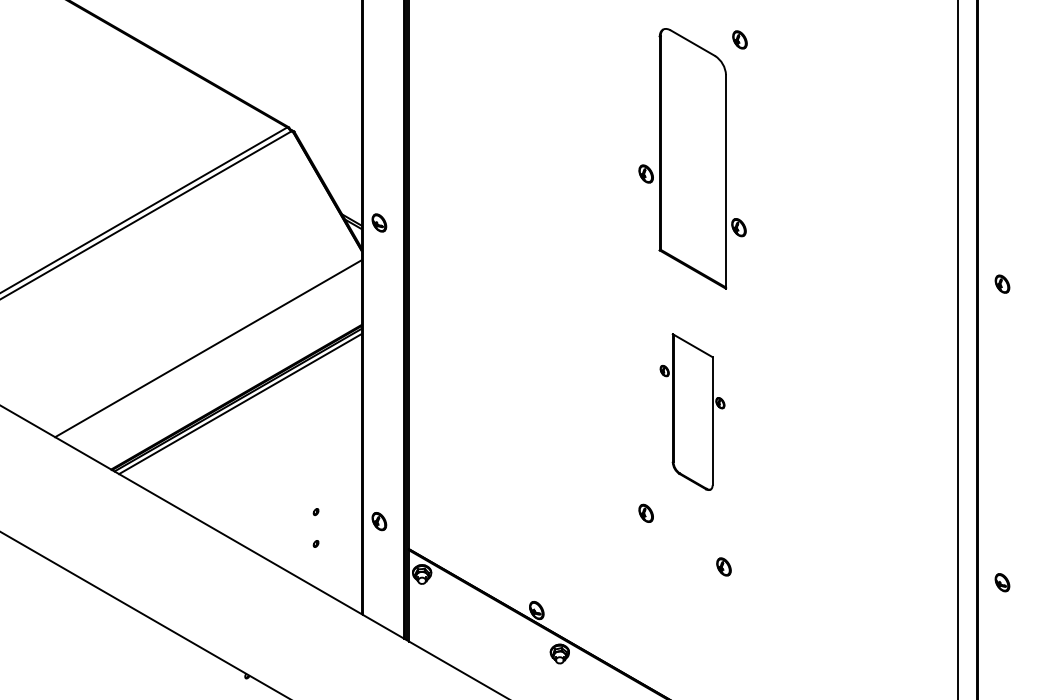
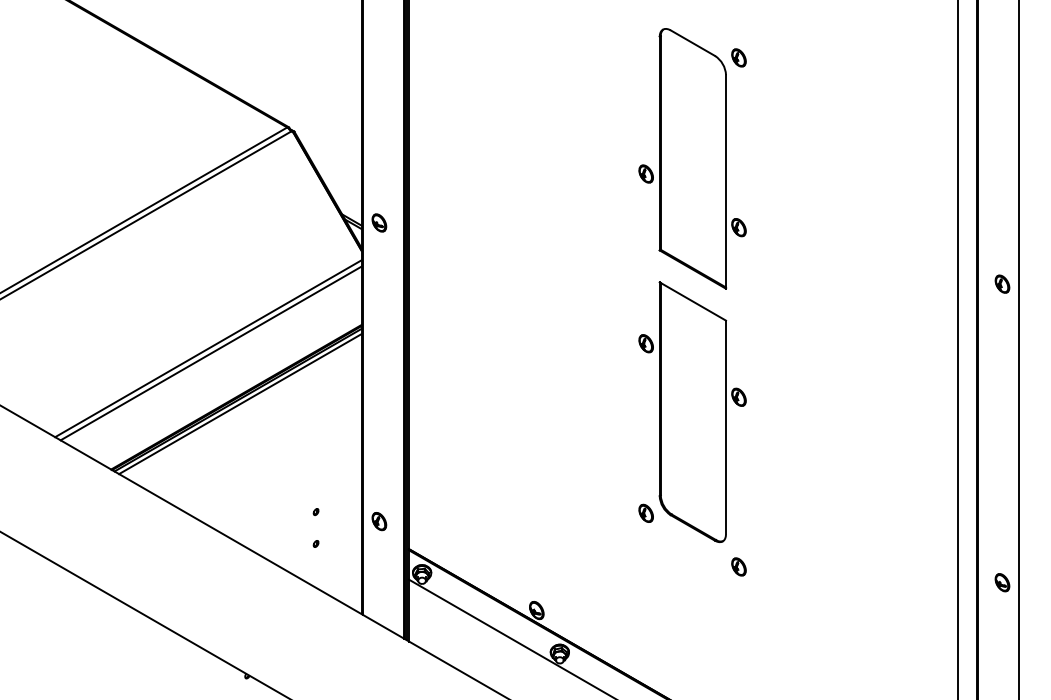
part at (739, 39) position: (739, 39) -> (738, 57)
line at (1019, 349): none -> present
line at (210, 353): none -> present
part at (692, 411) size: 67x158 px -> 109x262 px
part at (723, 566) position: (723, 566) -> (738, 566)
line at (510, 637): none -> present
